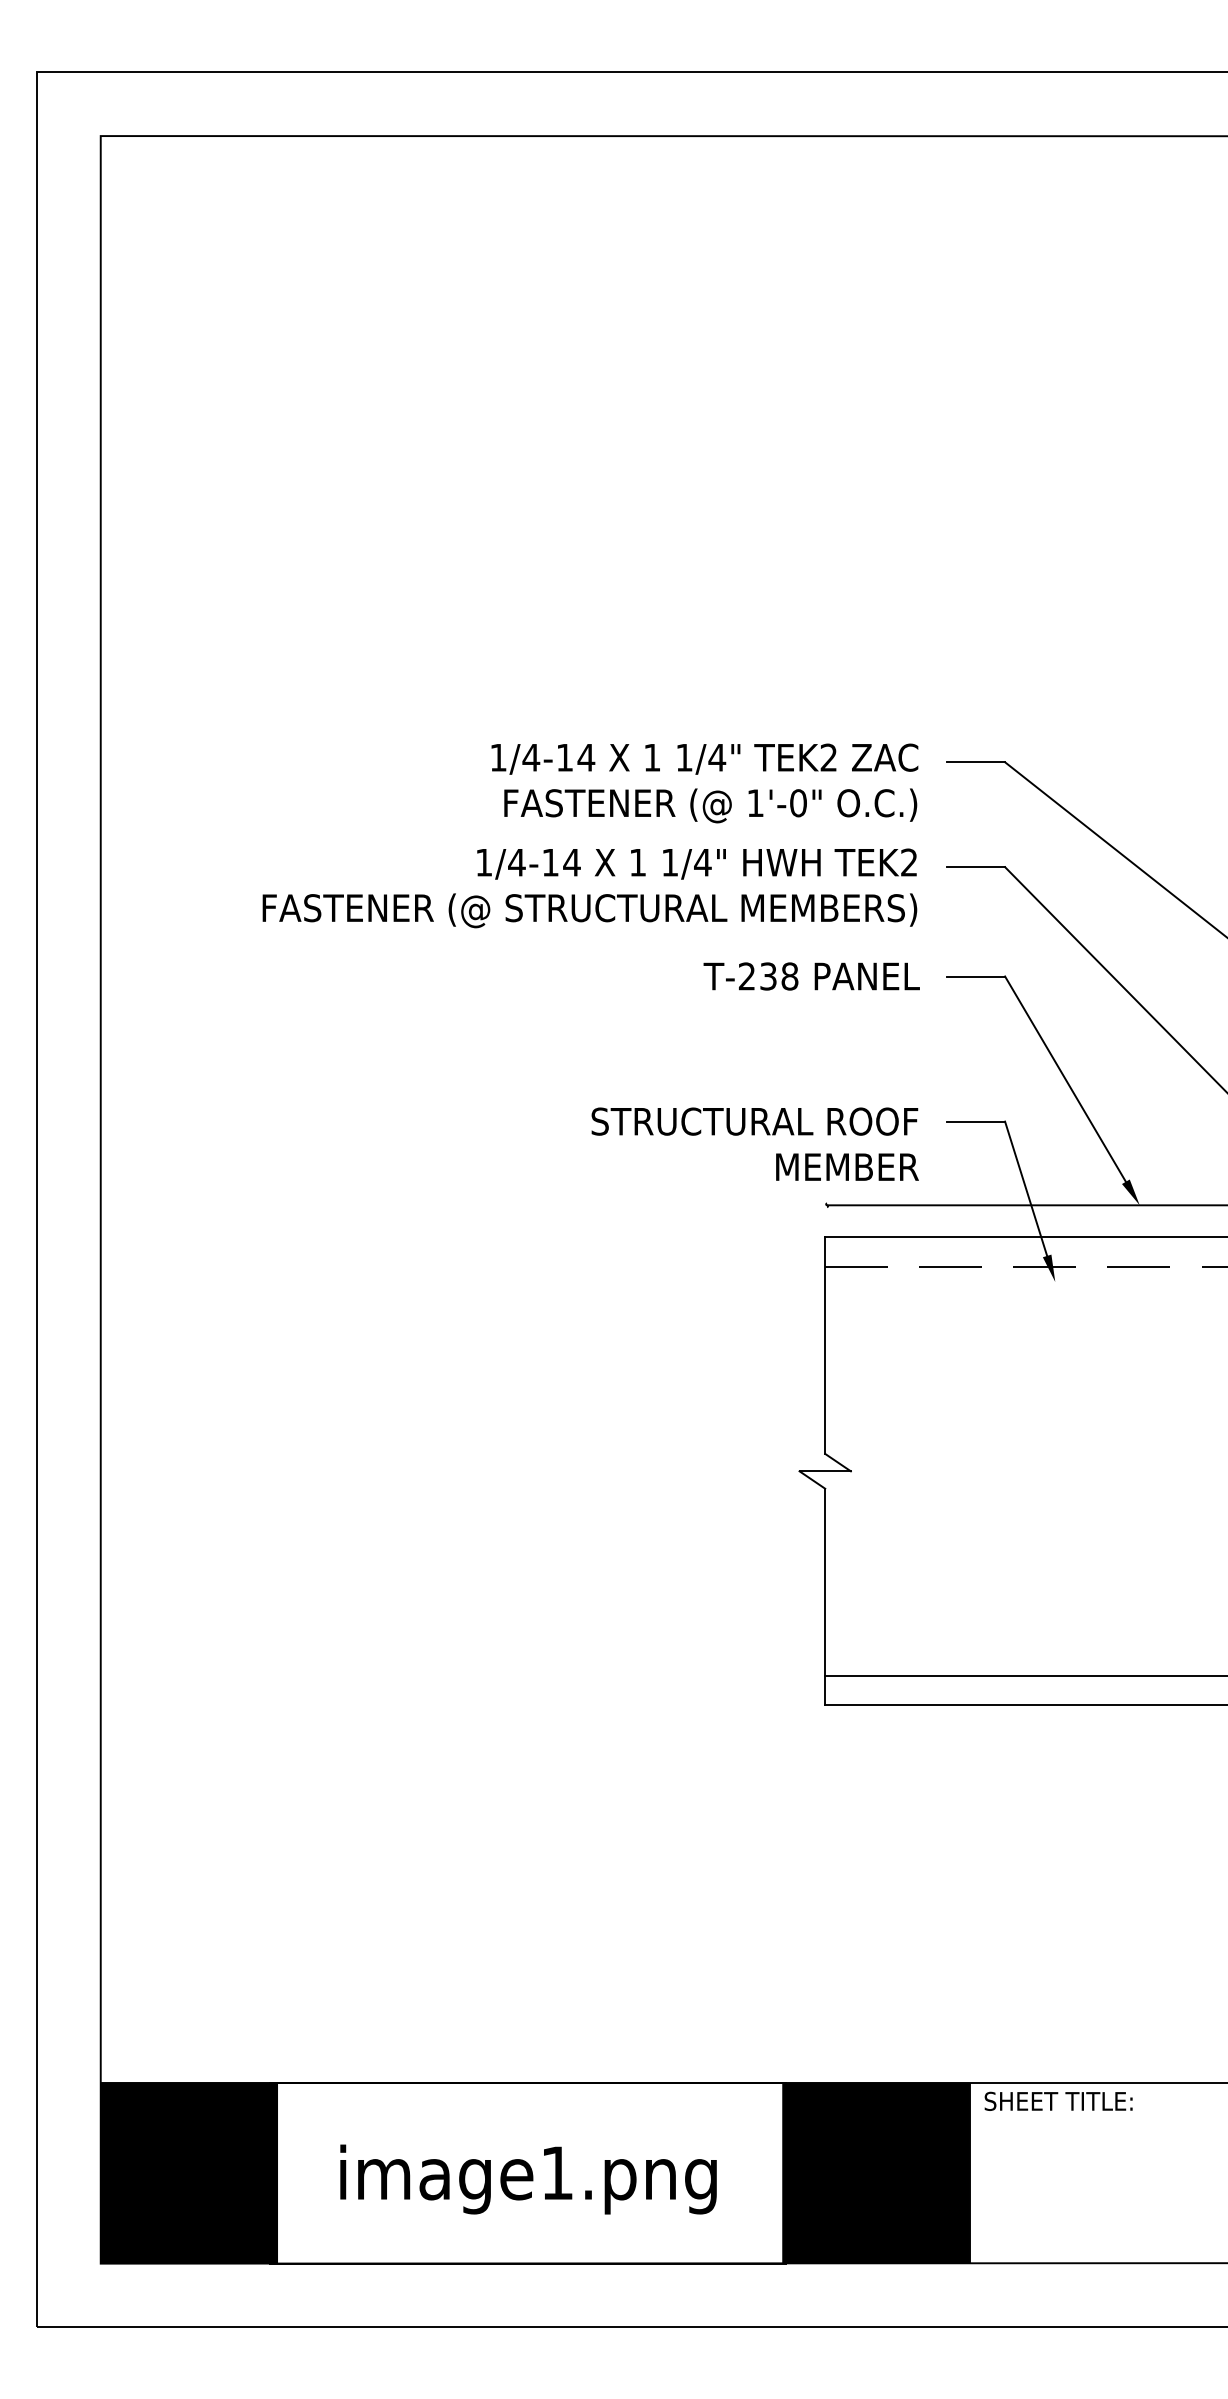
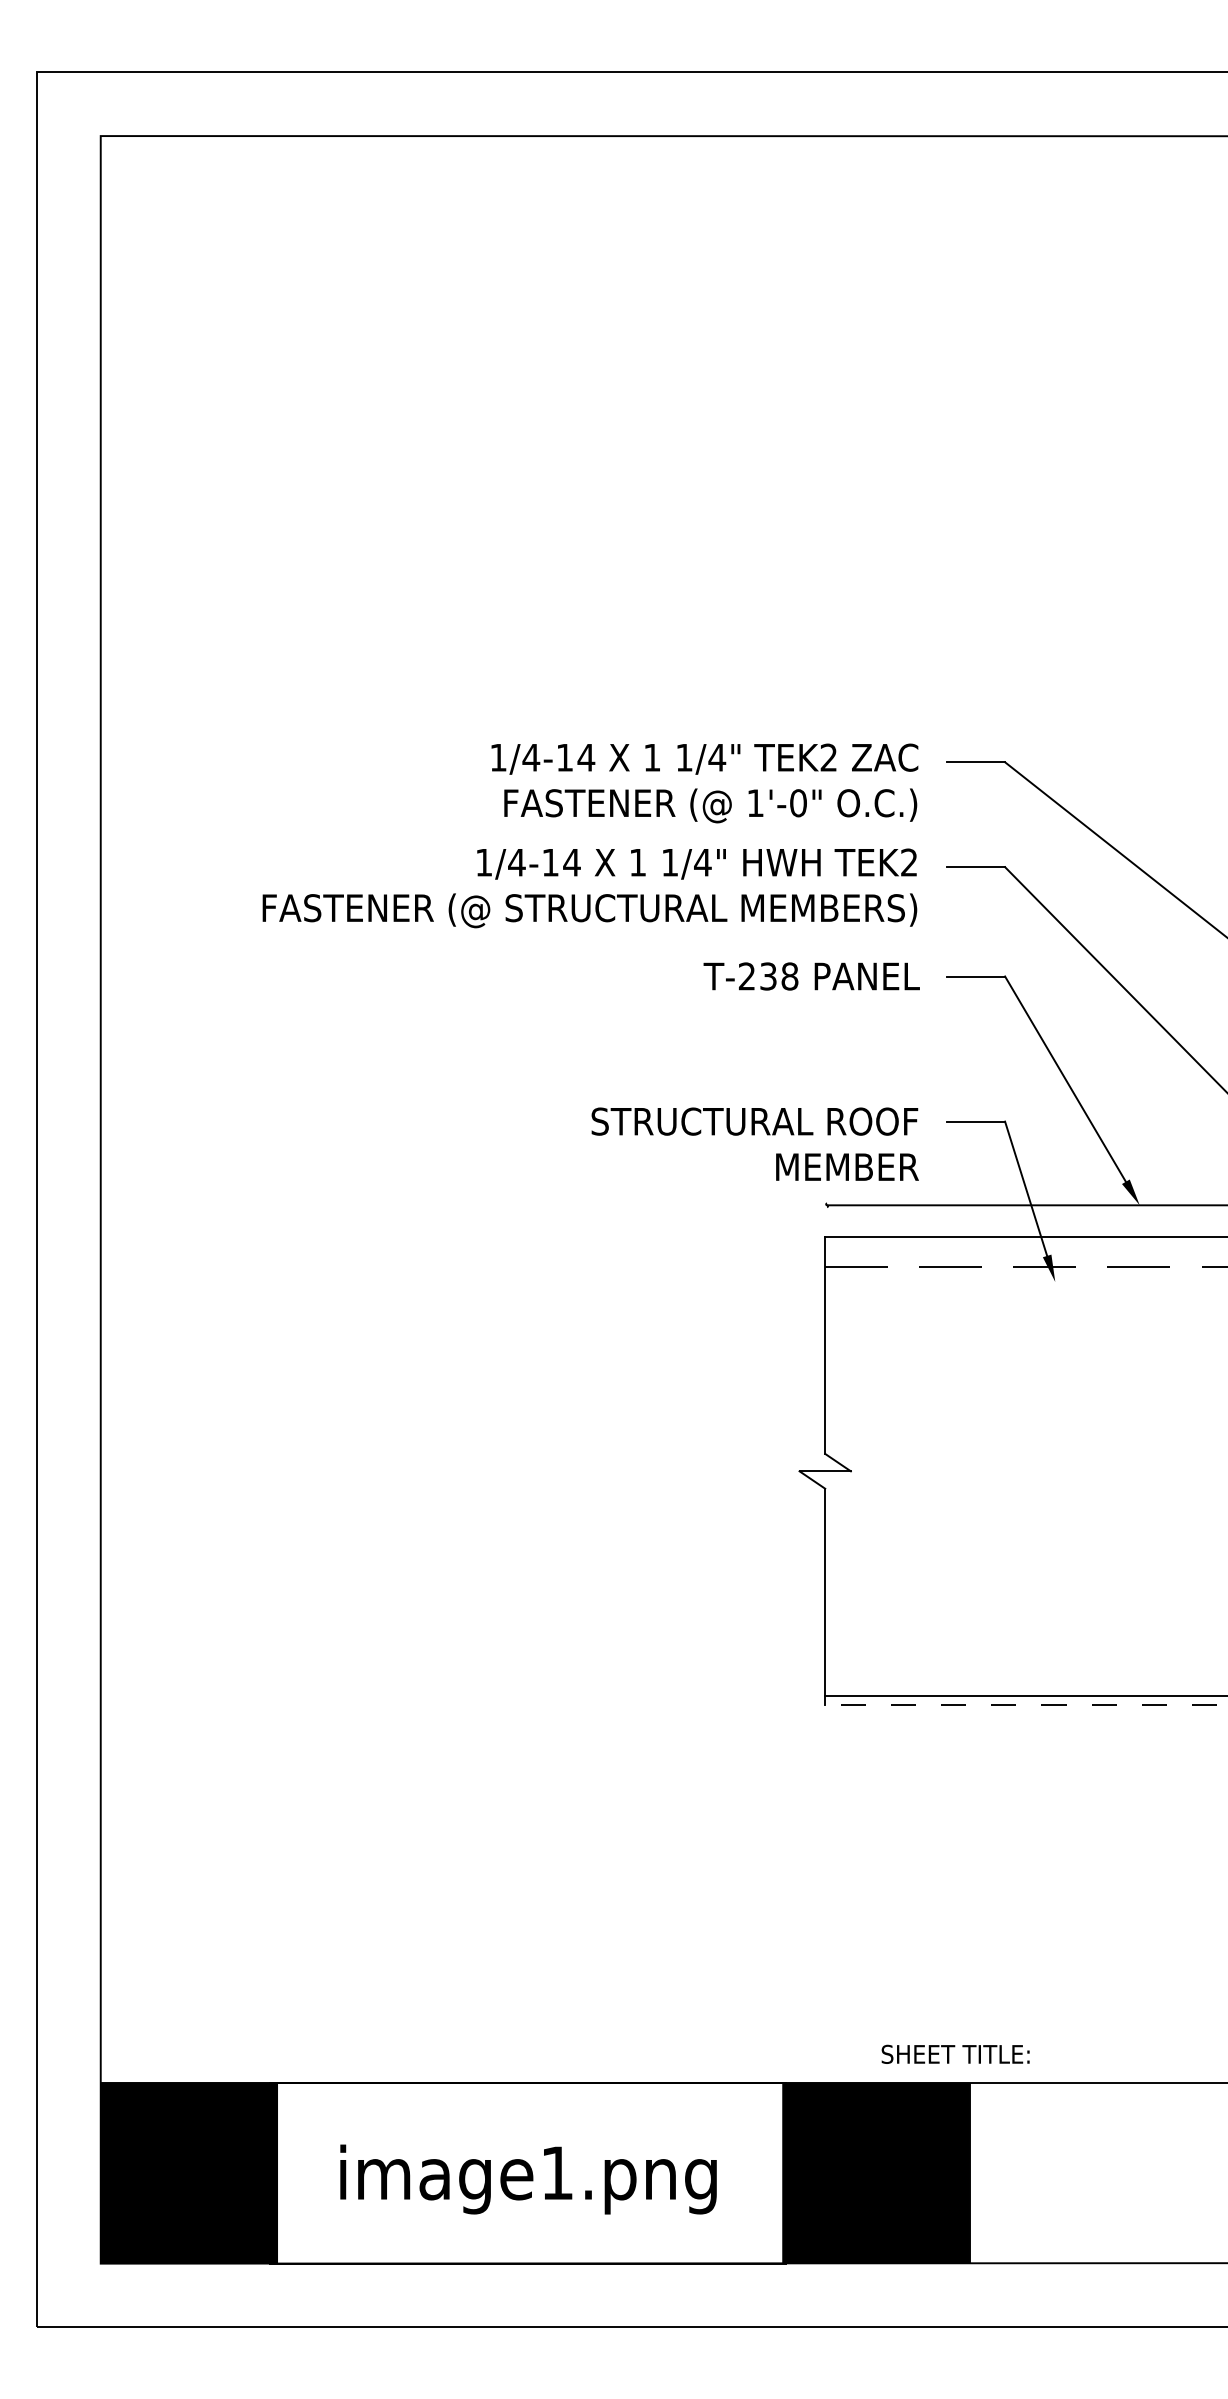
line at (1024, 1675) position: (1024, 1675) -> (1024, 1695)
line at (1026, 1705): solid -> dashed
text at (1058, 2100) position: (1058, 2100) -> (955, 2053)
